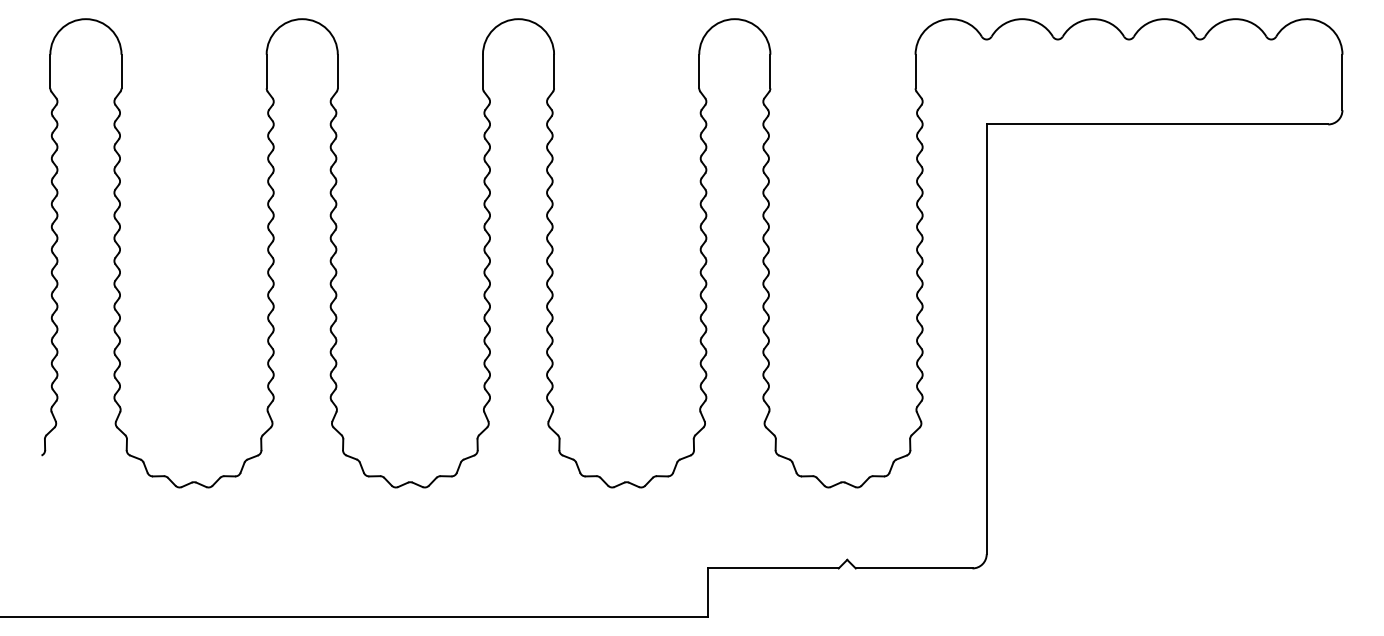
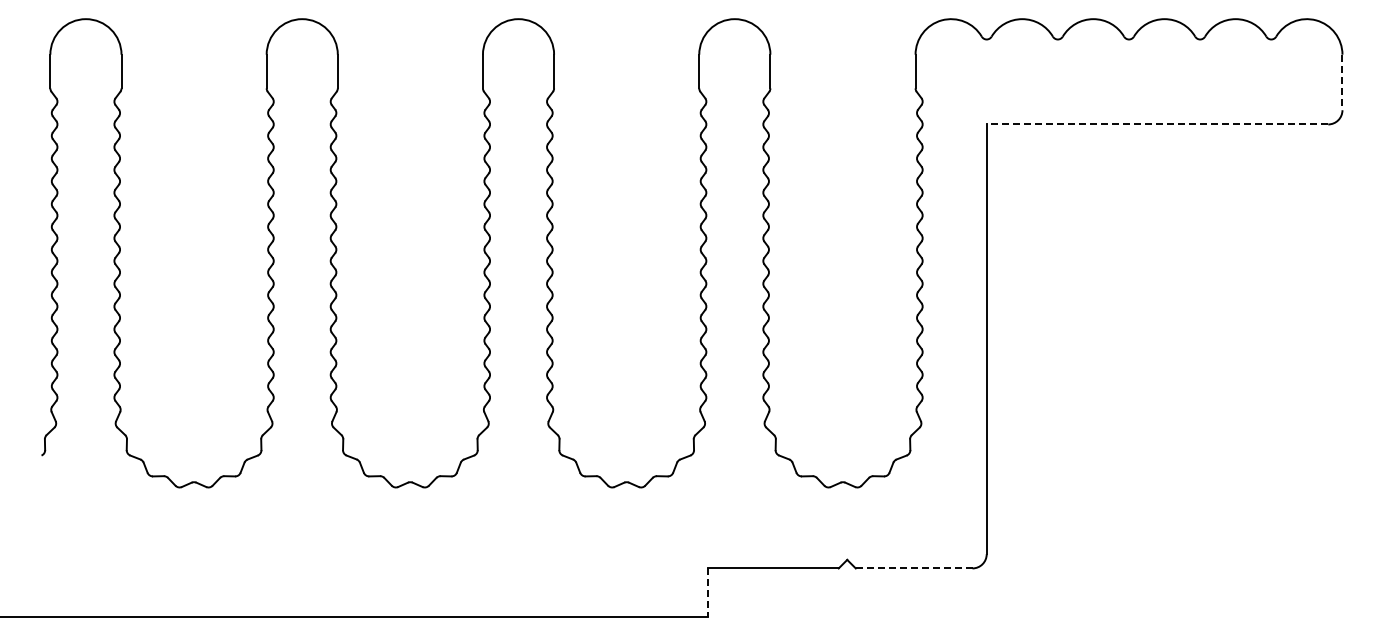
line at (1342, 82): solid -> dashed
line at (1157, 124): solid -> dashed
line at (913, 568): solid -> dashed
line at (707, 593): solid -> dashed
